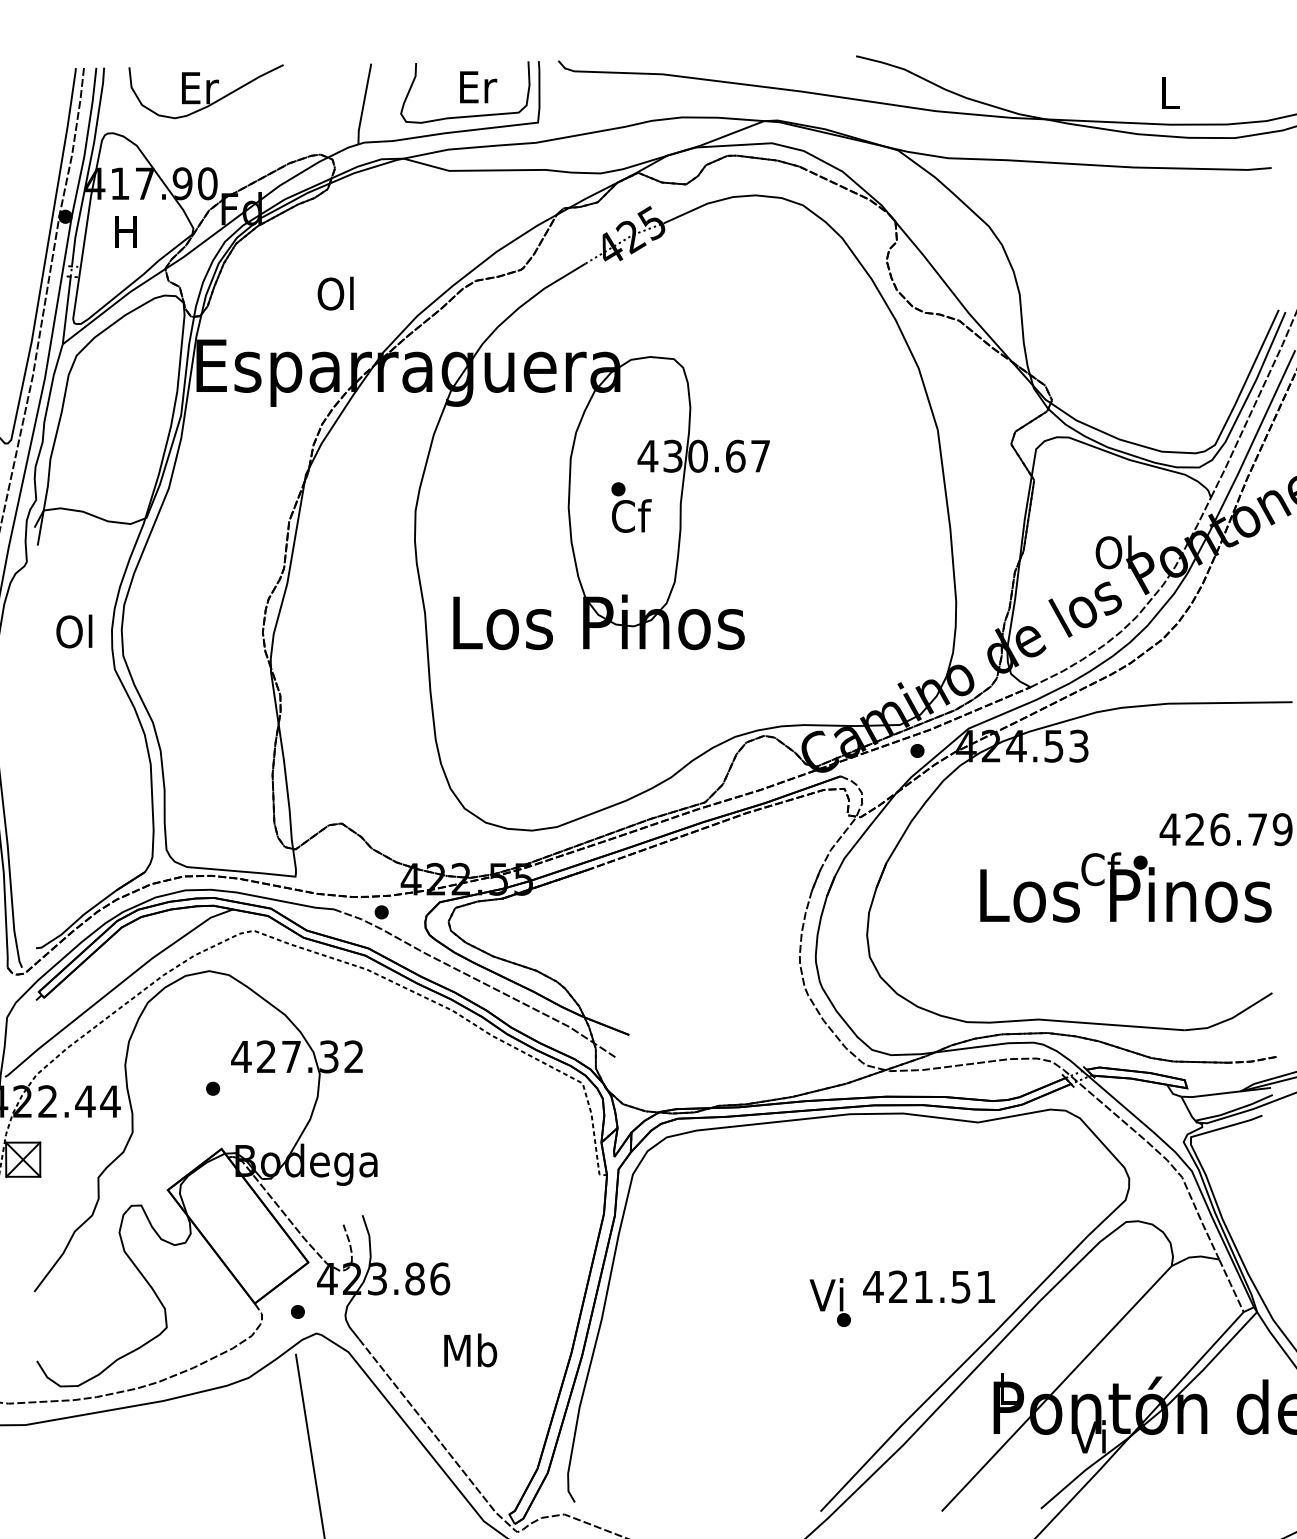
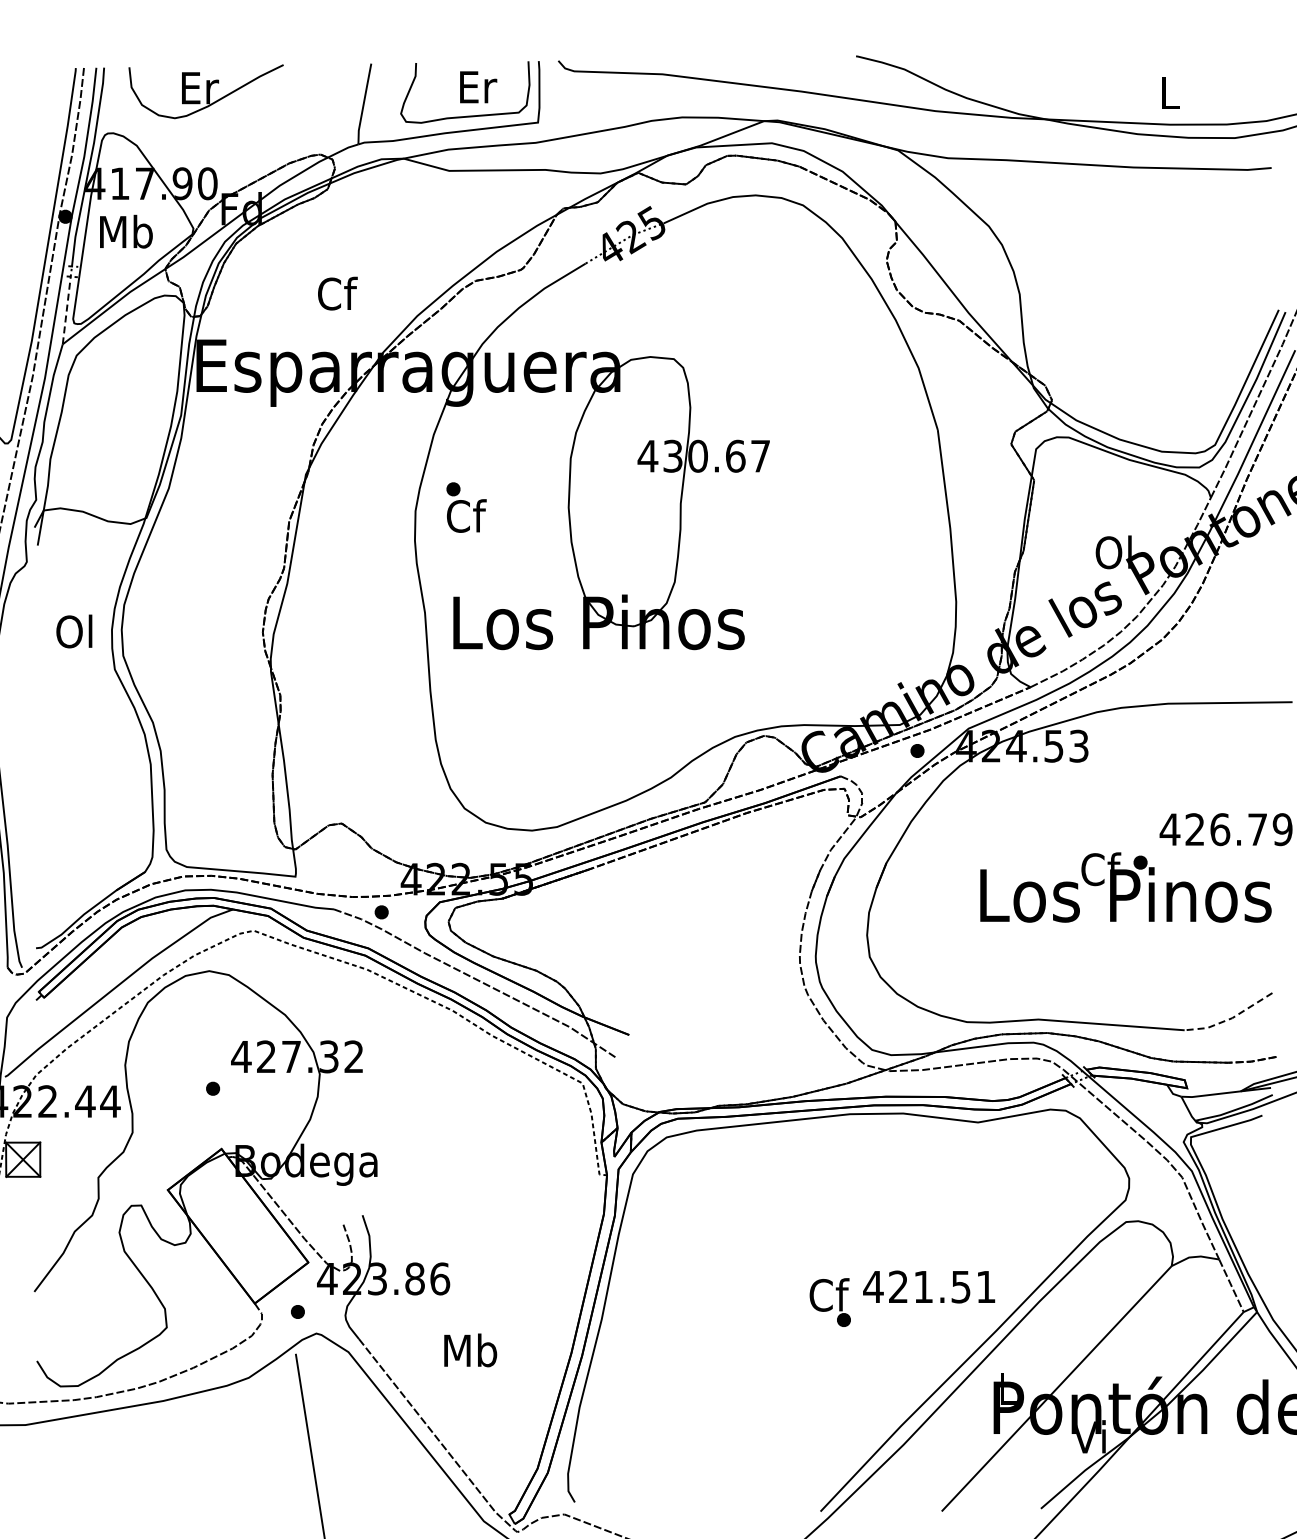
text at (126, 231): H -> Mb
text at (337, 293): Ol -> Cf
line at (66, 310): solid -> dashed
text at (631, 507) position: (631, 507) -> (466, 507)
line at (1231, 1018): solid -> dashed
text at (829, 1294): Vi -> Cf
